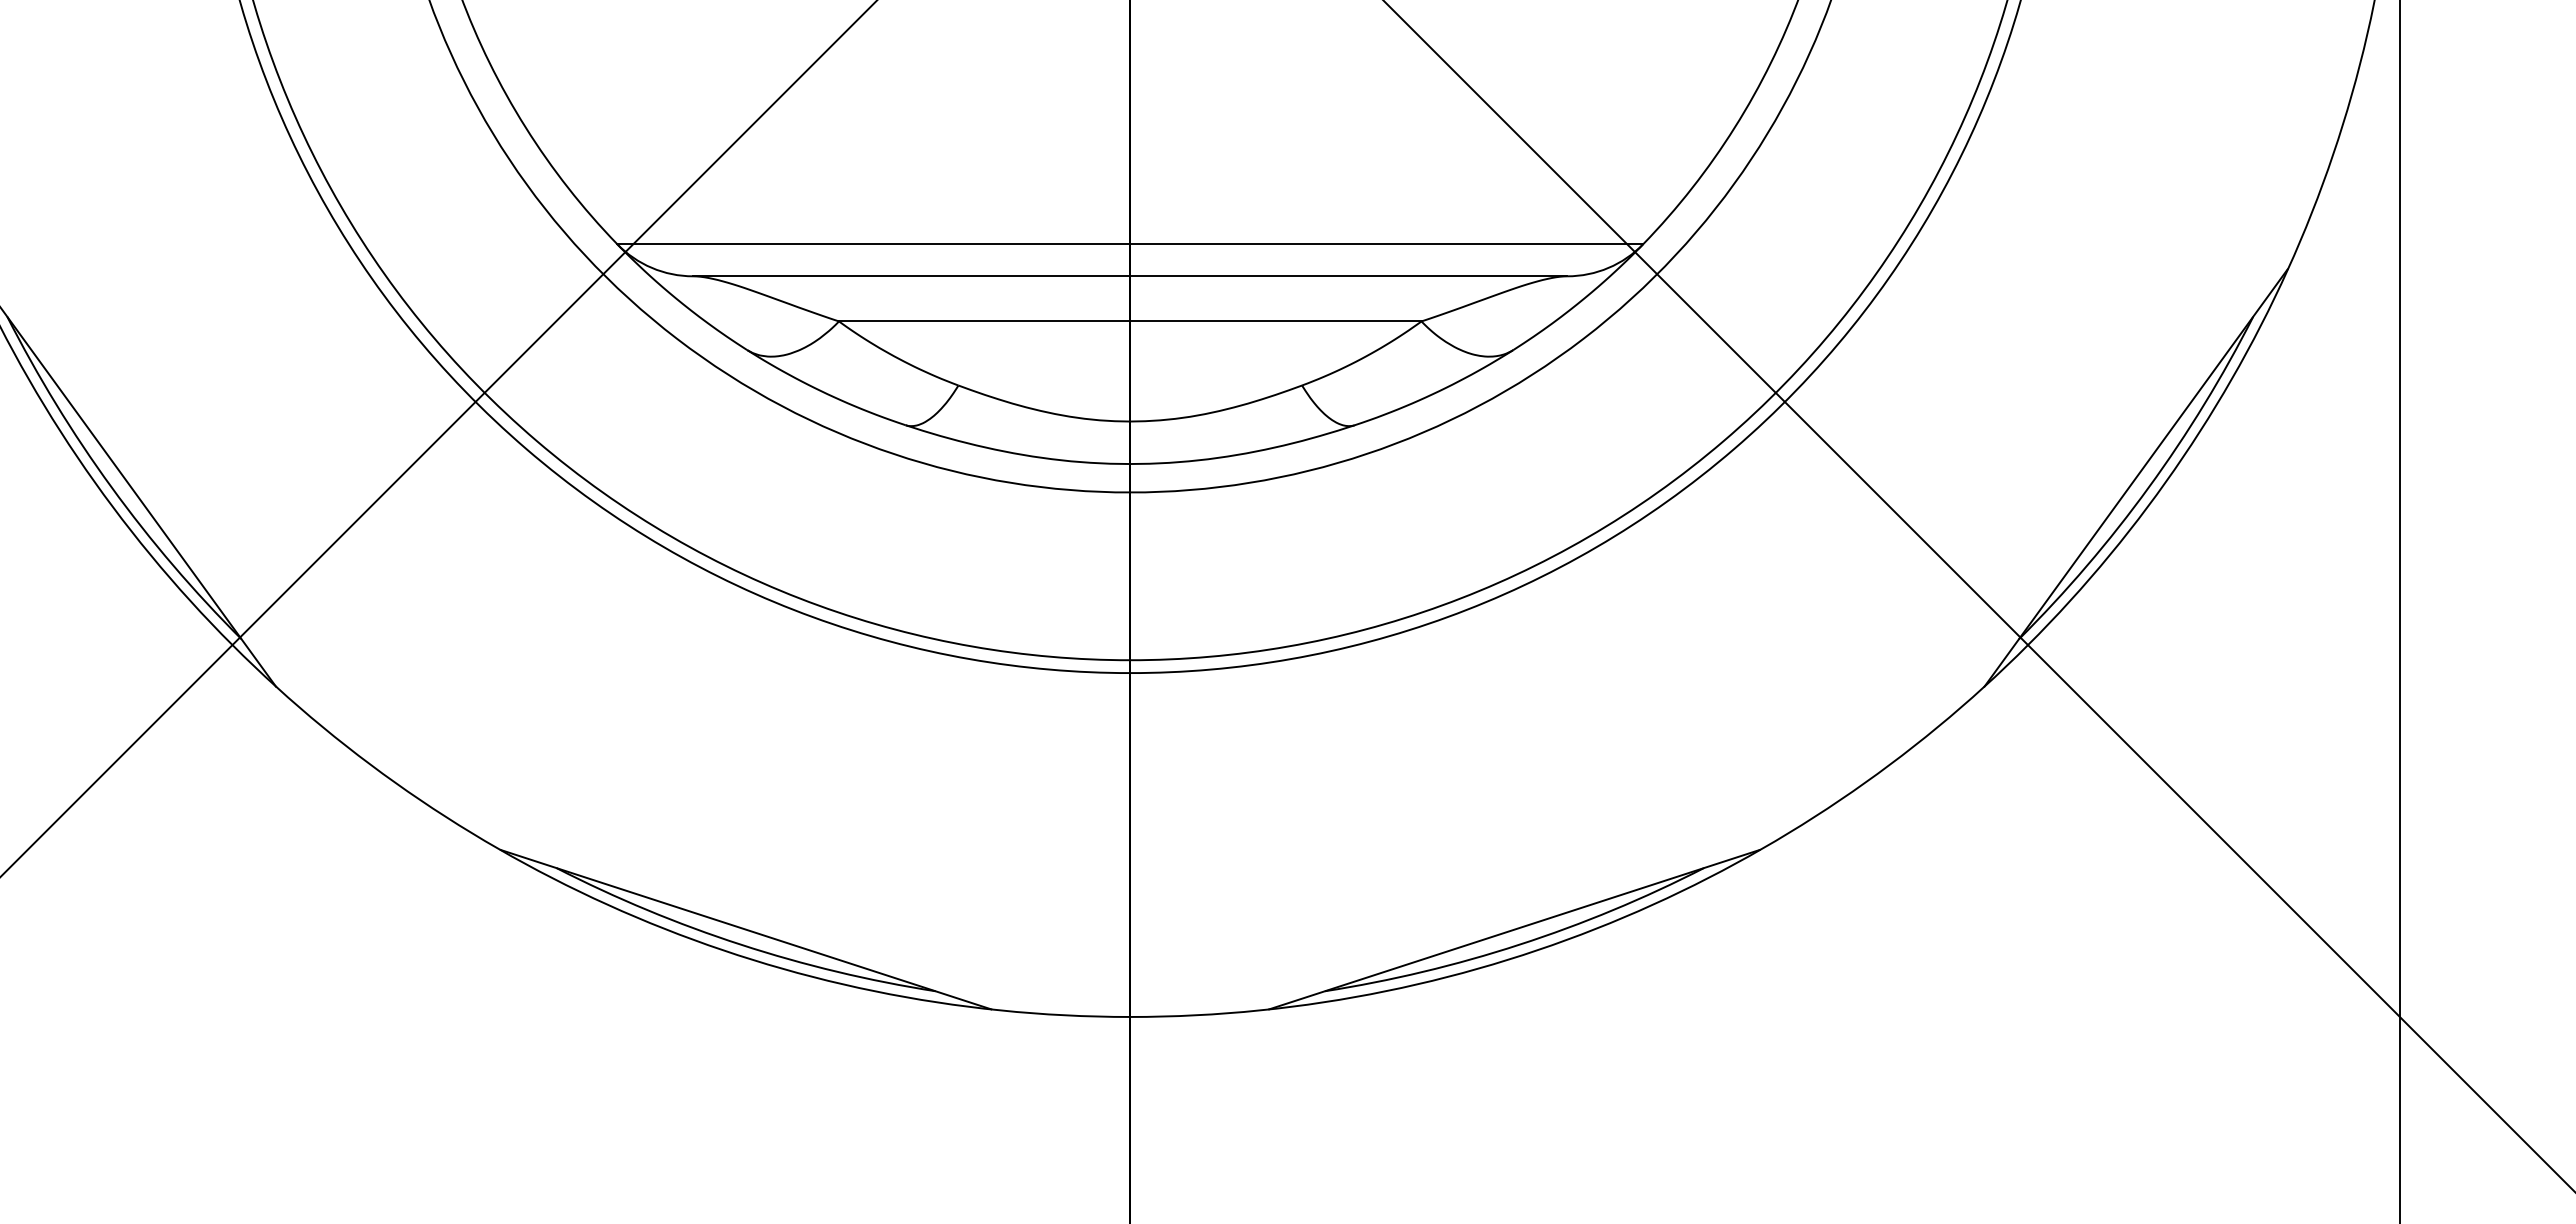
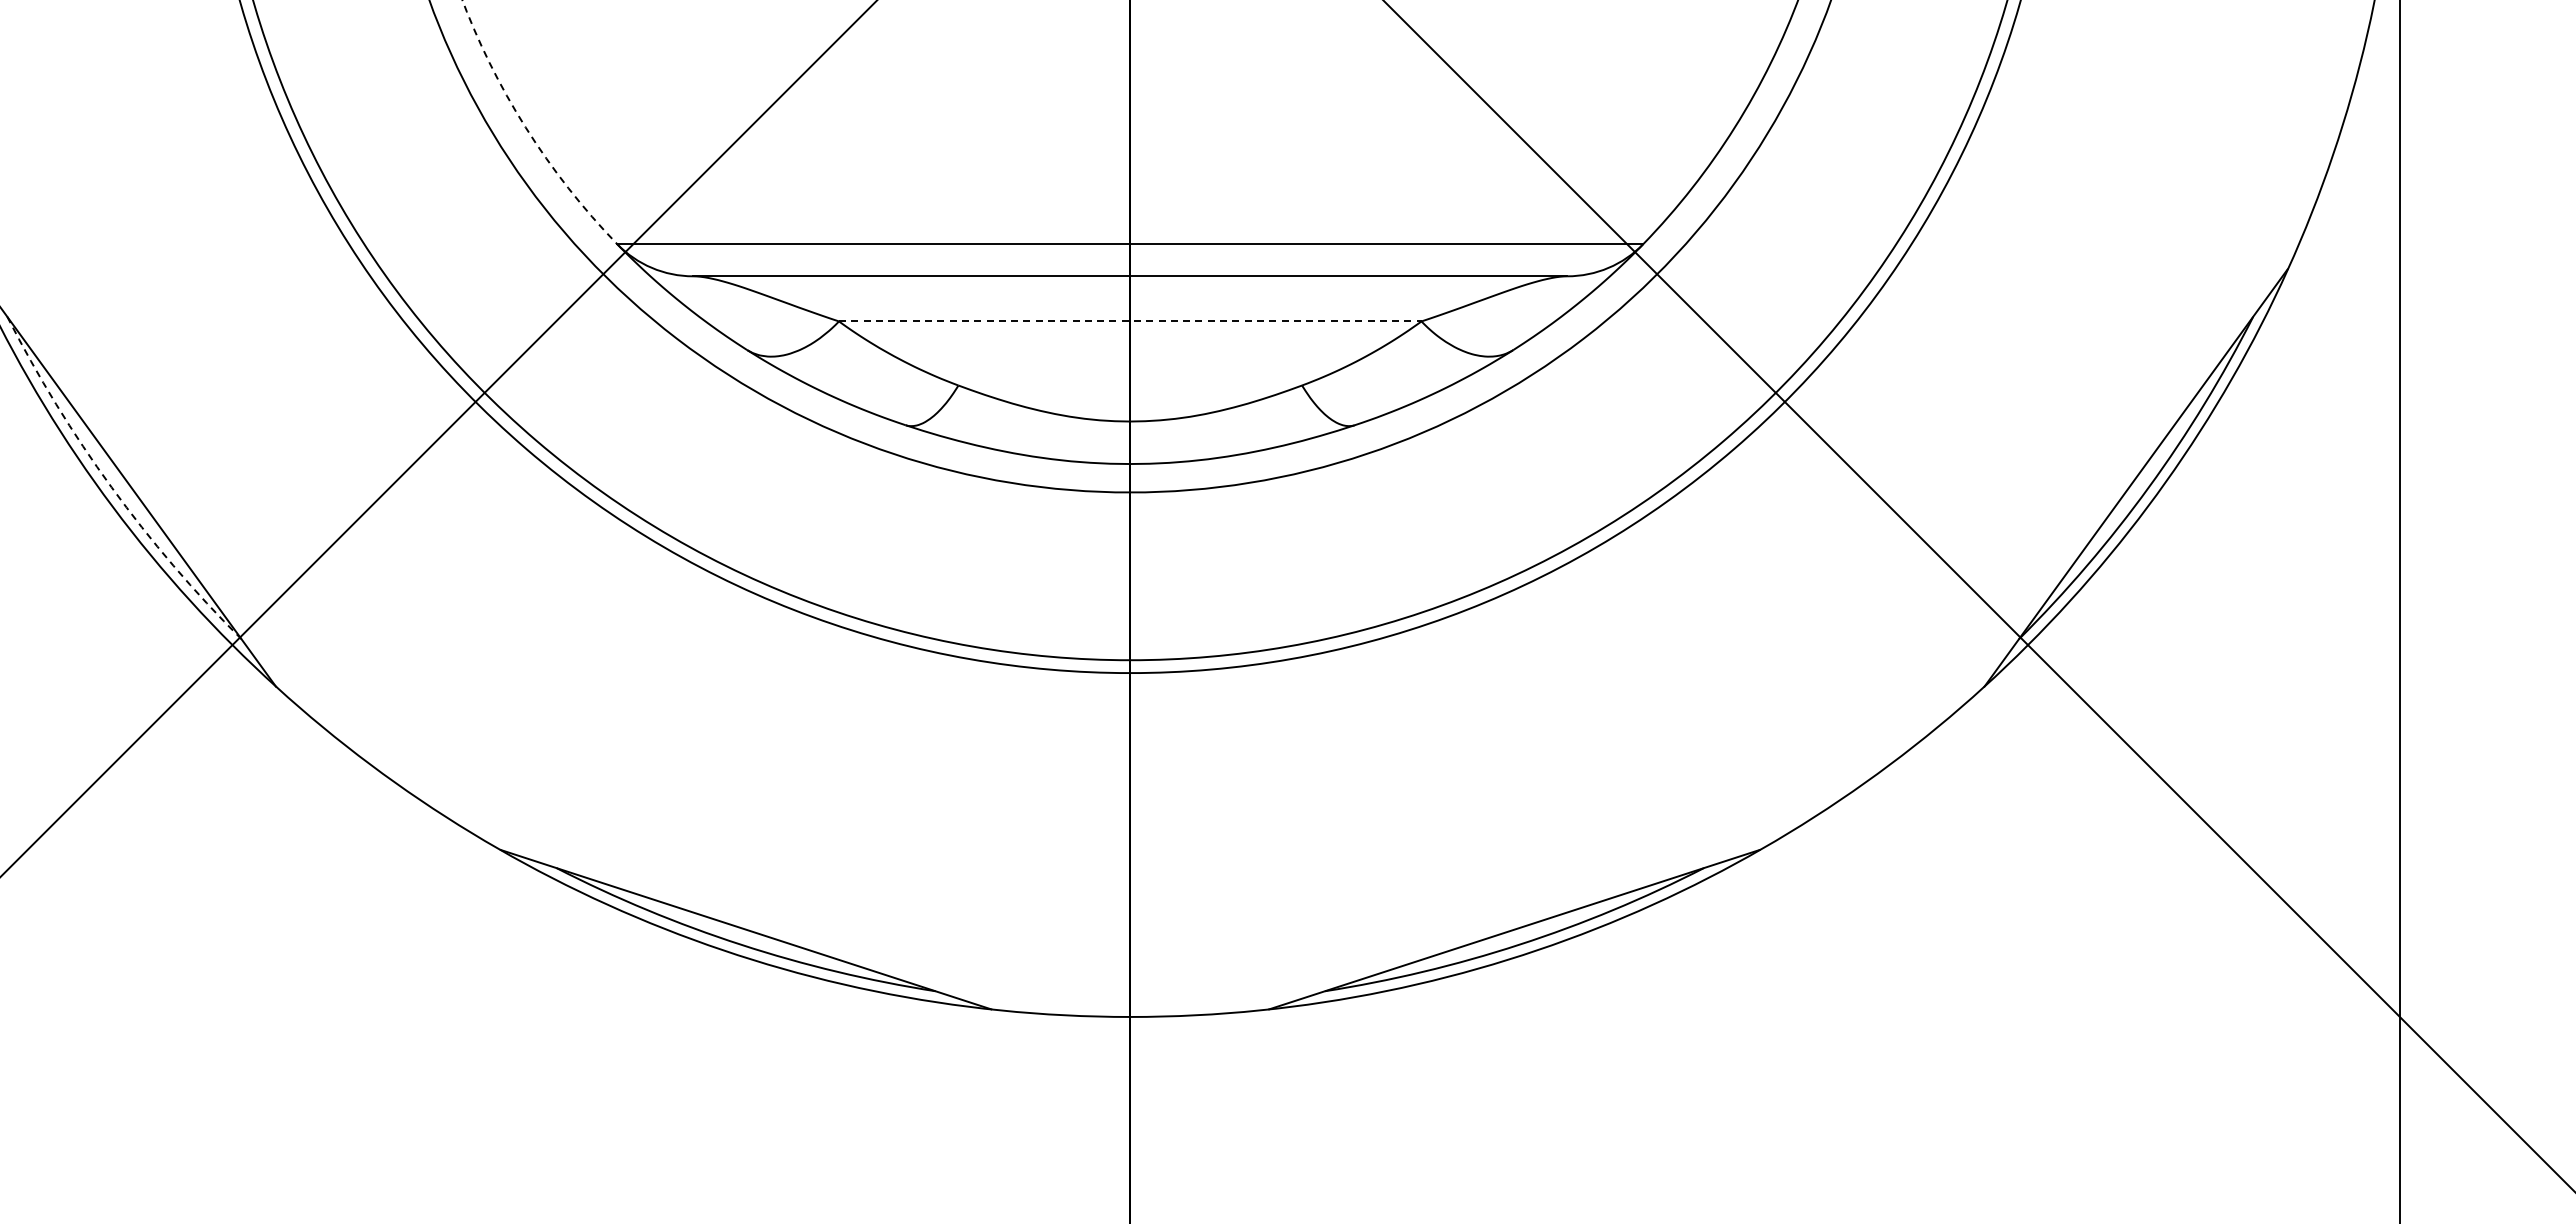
arc at (527, 129): solid -> dashed
line at (1130, 321): solid -> dashed
arc at (111, 487): solid -> dashed
